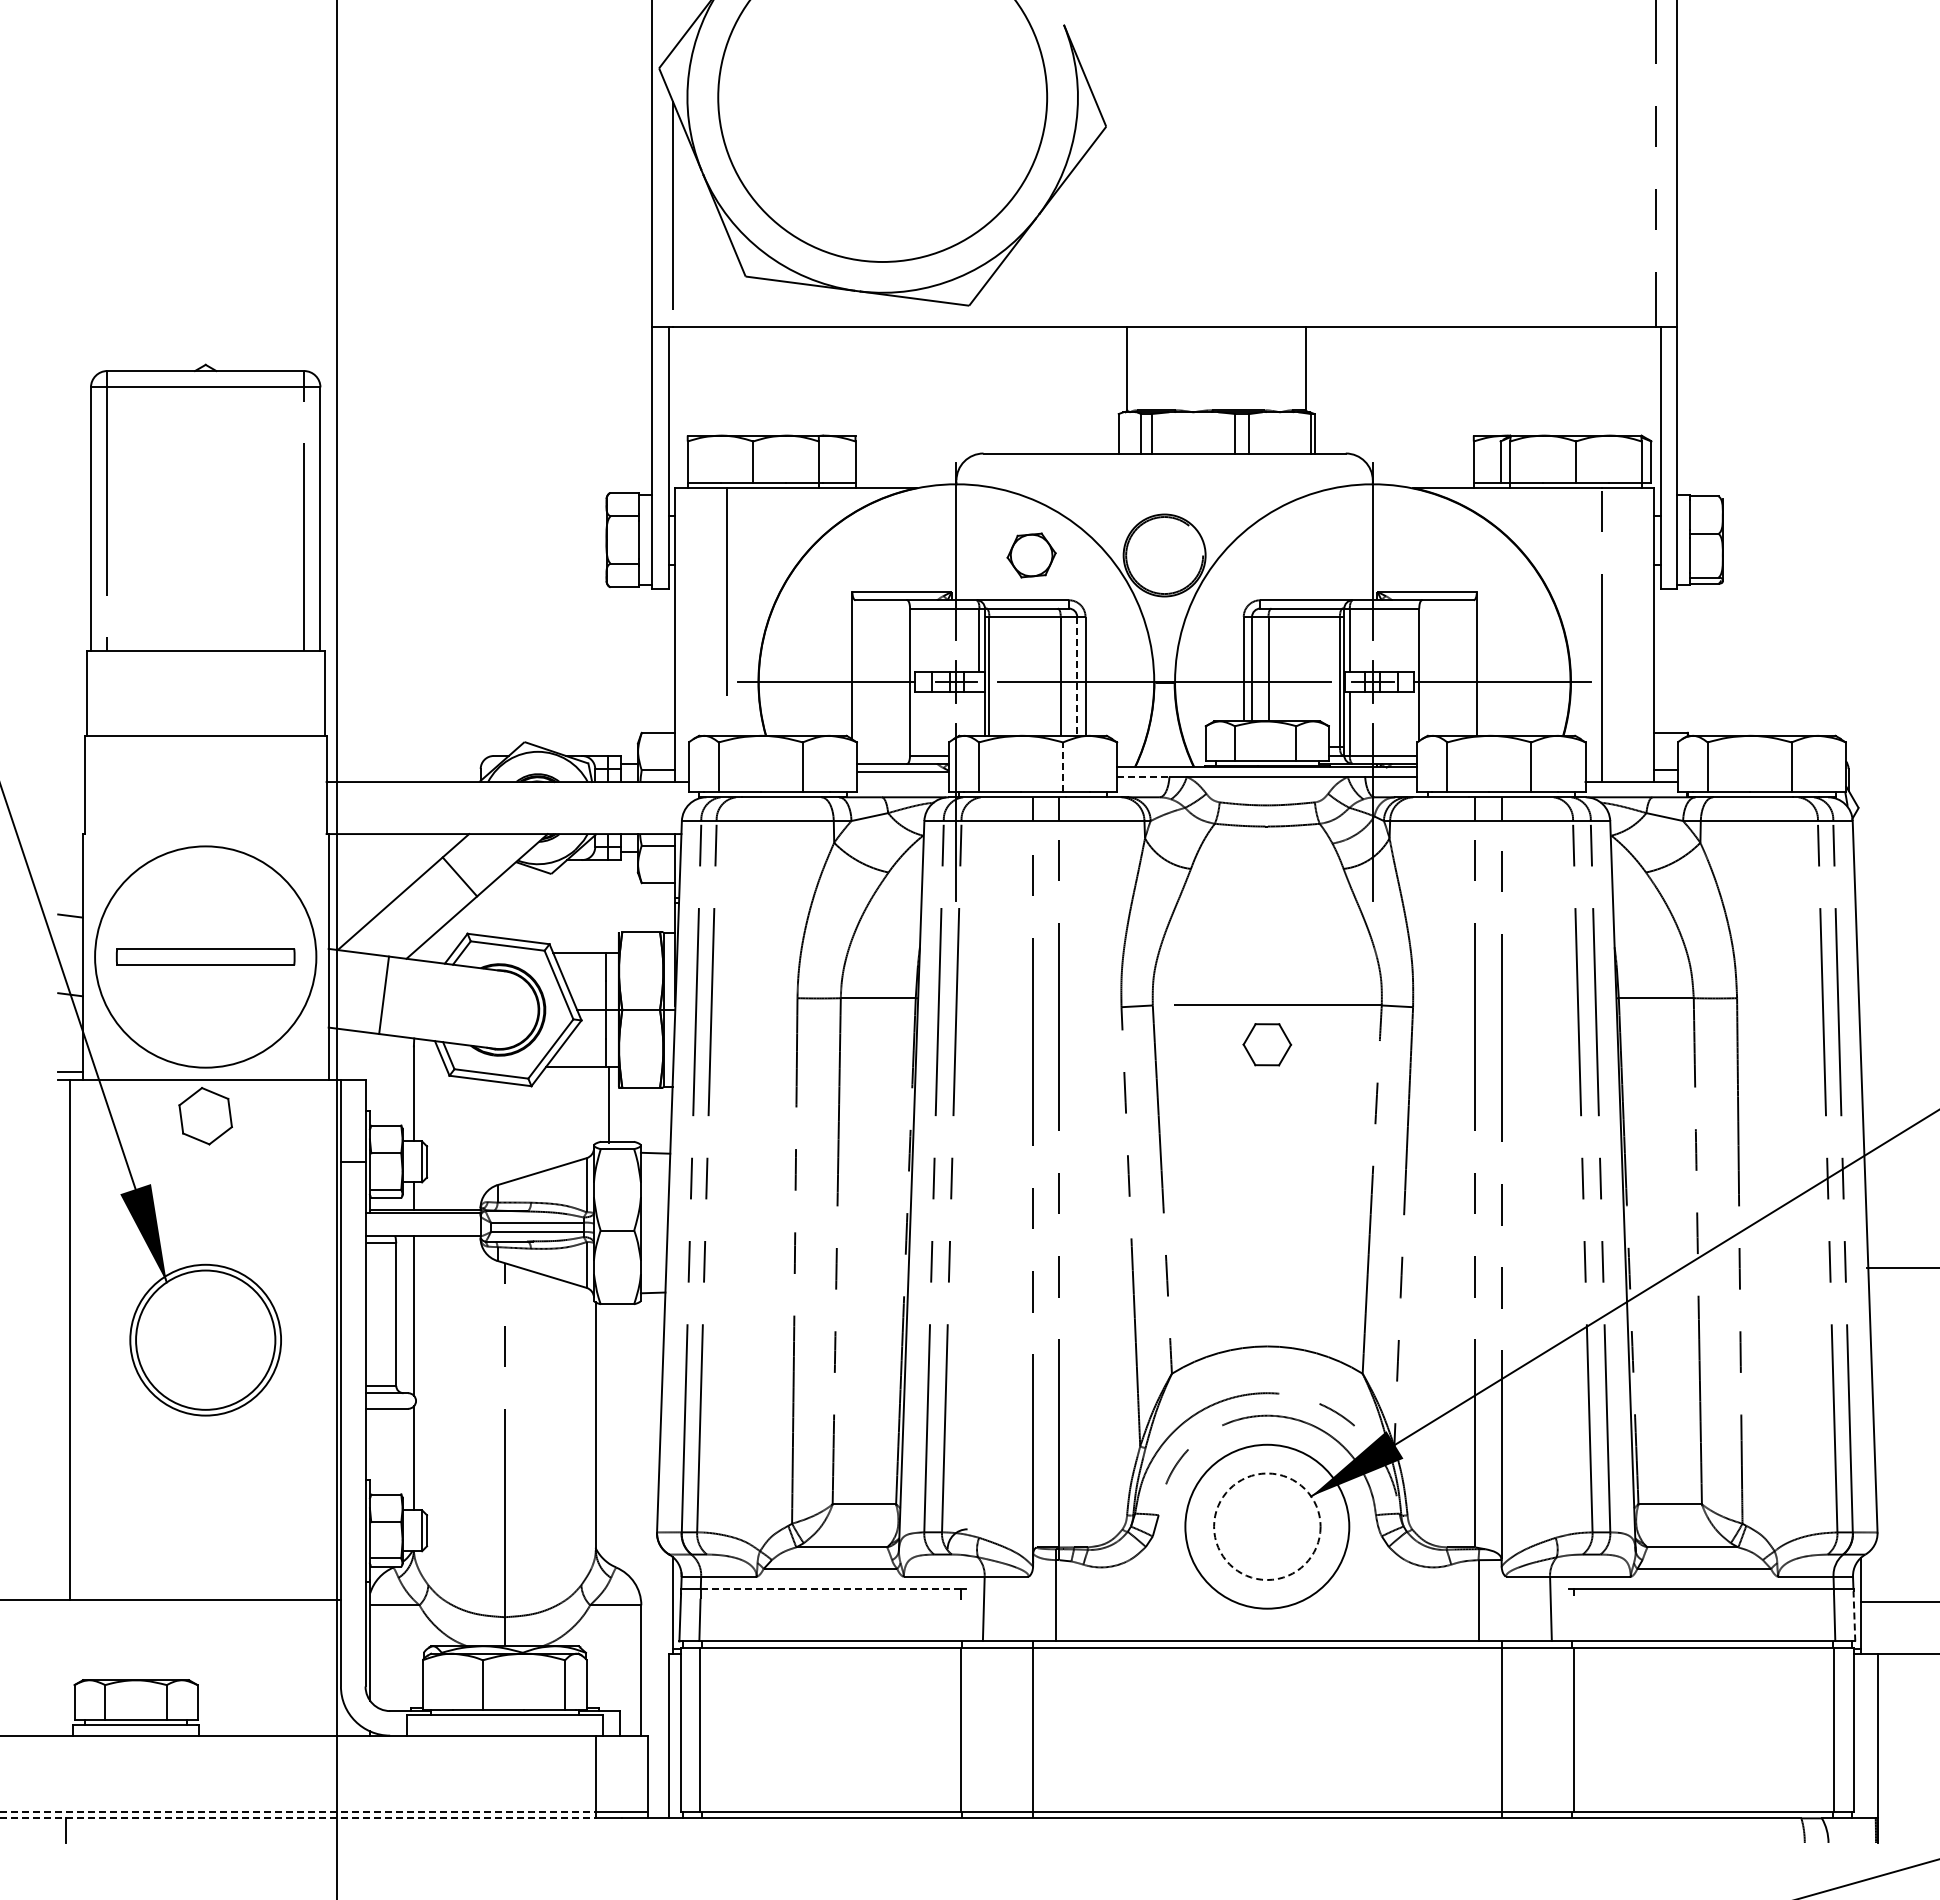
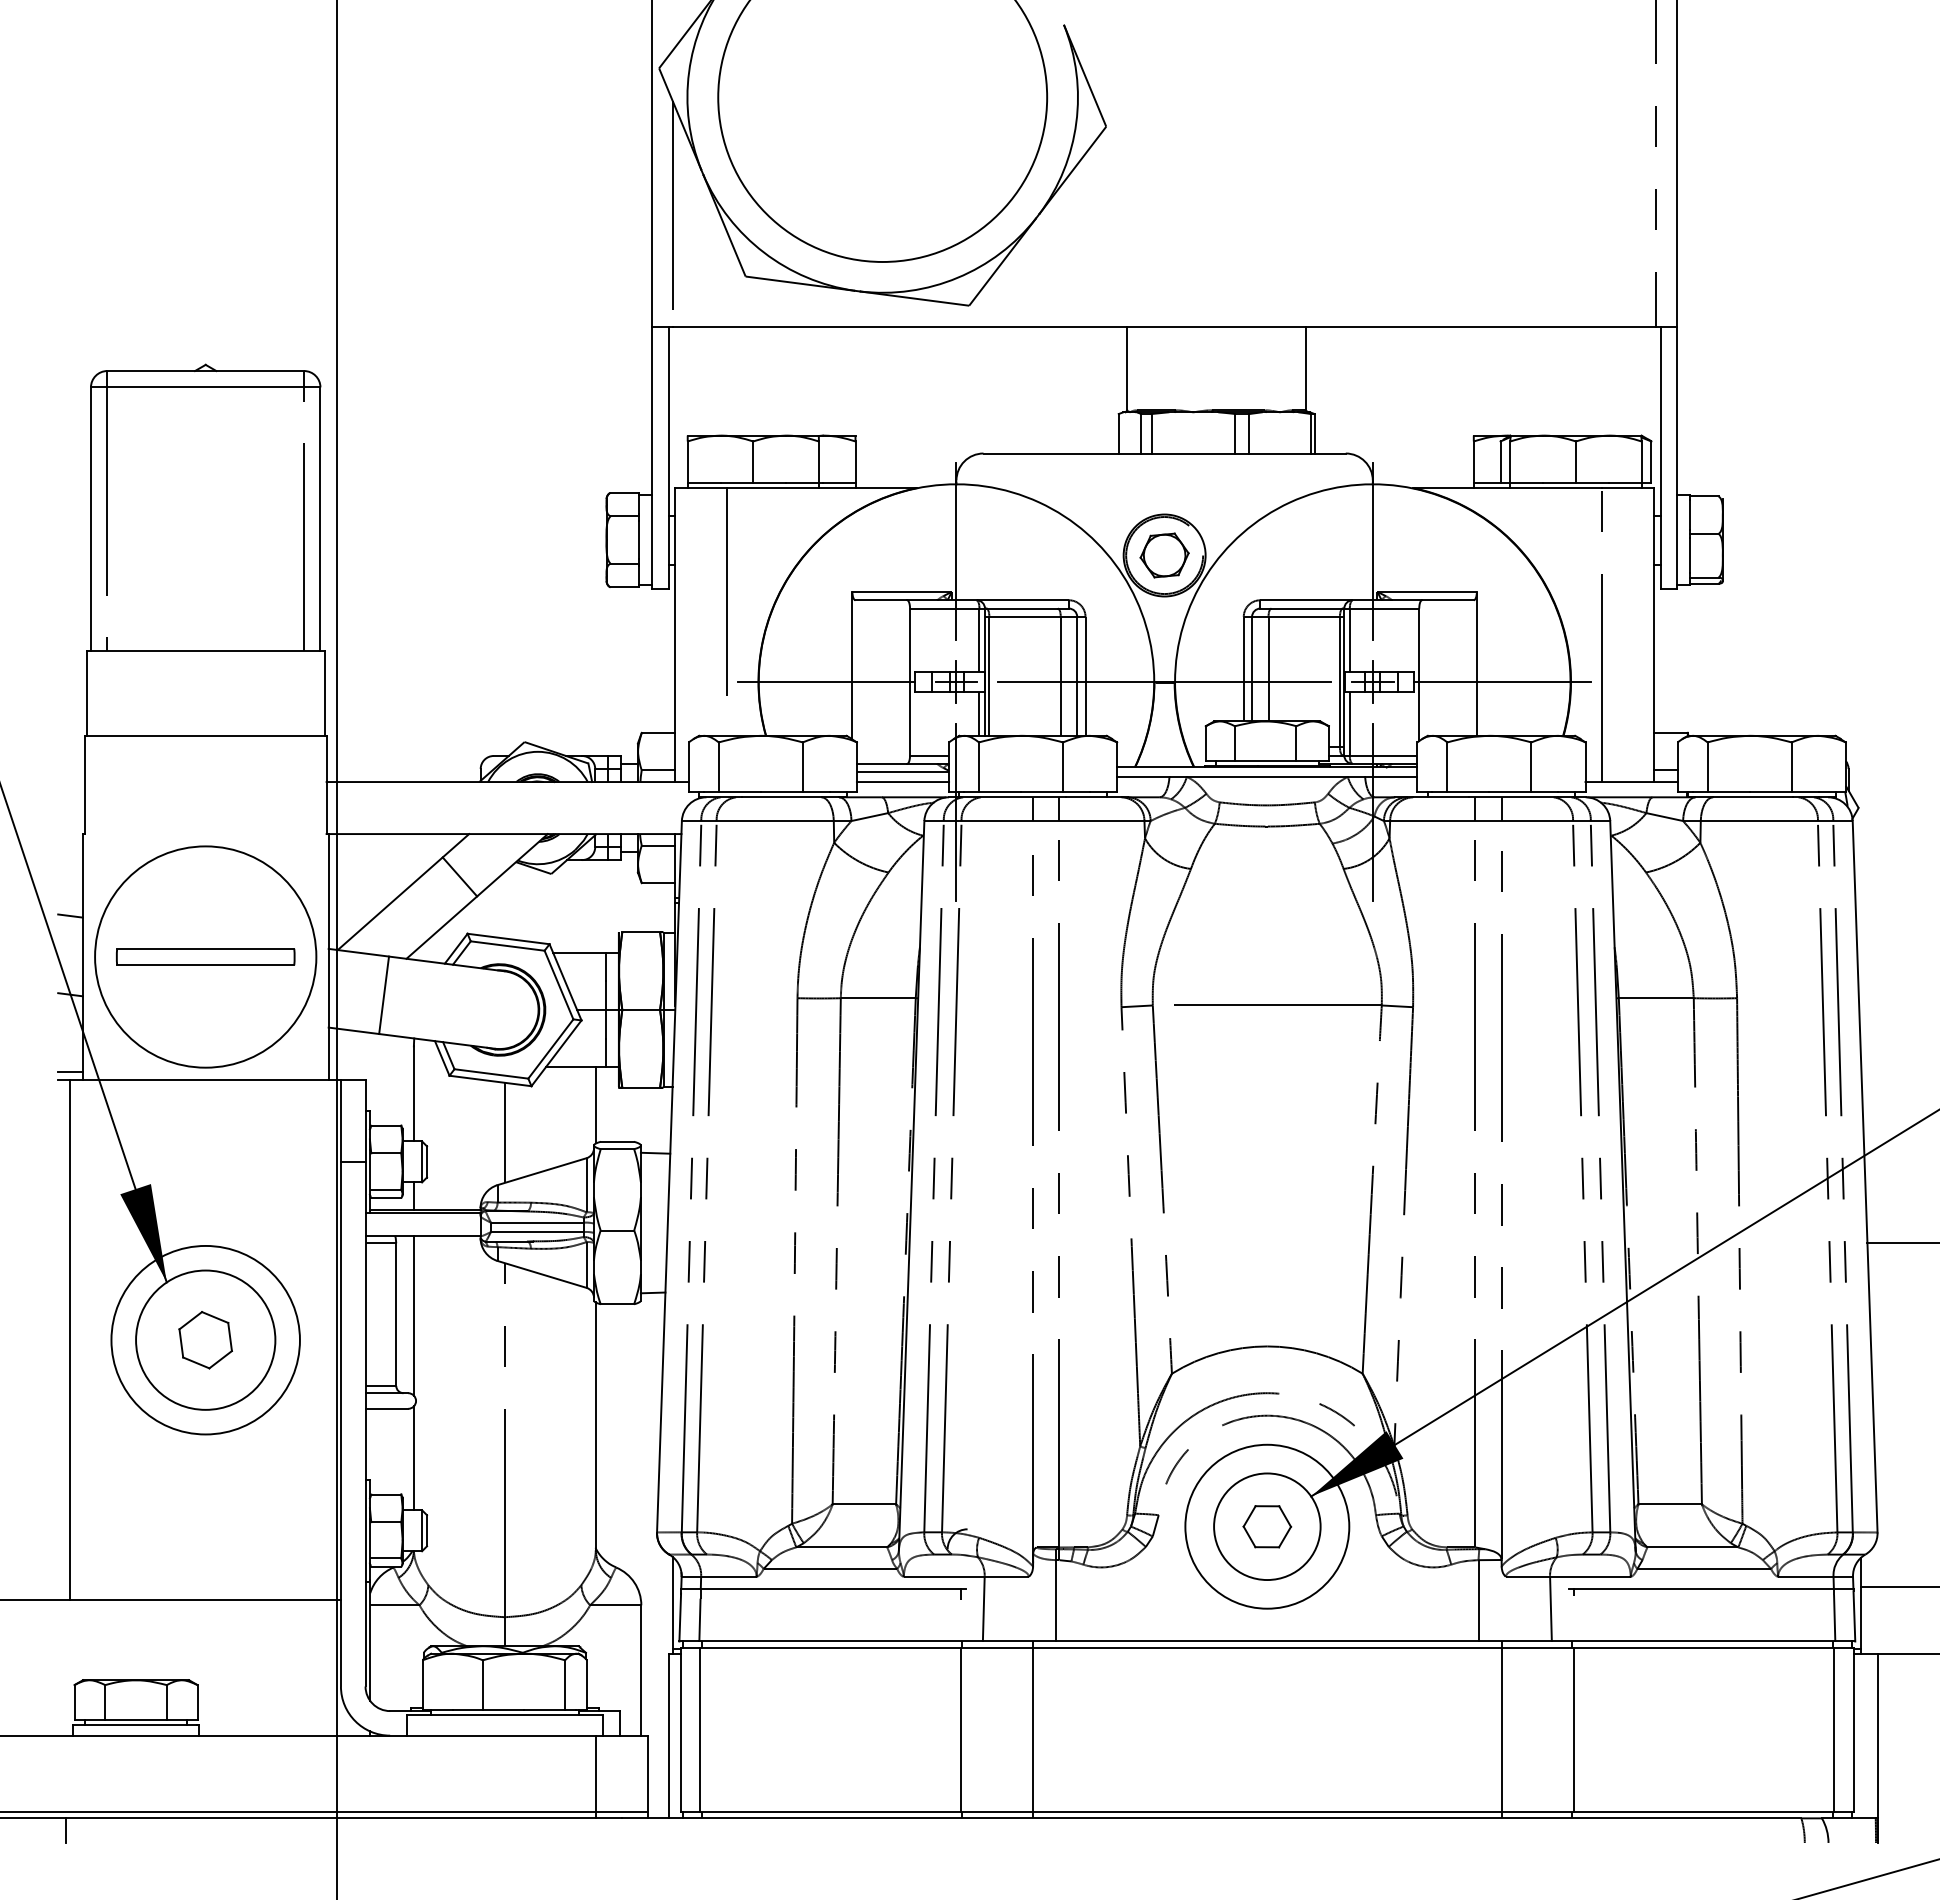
part at (1031, 555) position: (1031, 555) -> (1164, 555)
line at (1077, 676): dashed -> solid
line at (979, 713): none -> present
line at (1063, 767): dashed -> solid
line at (1143, 776): dashed -> solid
line at (902, 782): none -> present
part at (1267, 1044) position: (1267, 1044) -> (1267, 1526)
line at (608, 1104) position: (608, 1104) -> (595, 1104)
part at (205, 1116) position: (205, 1116) -> (205, 1340)
line at (504, 1132): none -> present
line at (1901, 1268) position: (1901, 1268) -> (1901, 1243)
circle at (205, 1339) diameter: 151 px -> 189 px
circle at (1267, 1526): dashed -> solid
line at (830, 1589): dashed -> solid
line at (1898, 1601) position: (1898, 1601) -> (1898, 1586)
line at (1854, 1615): dashed -> solid
line at (297, 1811): dashed -> solid
line at (297, 1818): dashed -> solid
